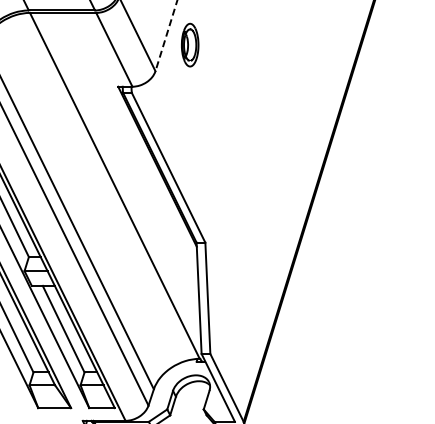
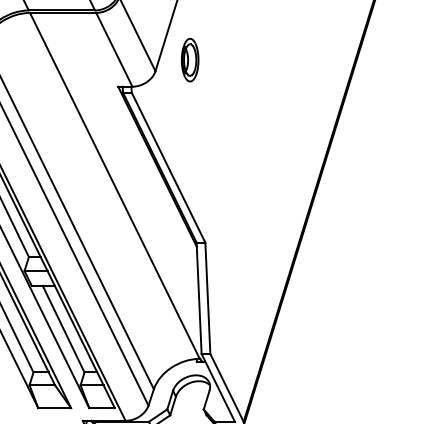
line at (166, 35): dashed -> solid
part at (190, 44) position: (190, 44) -> (190, 59)
